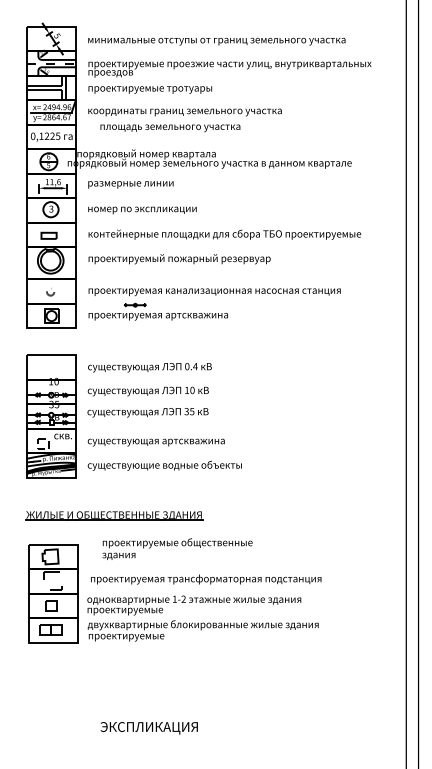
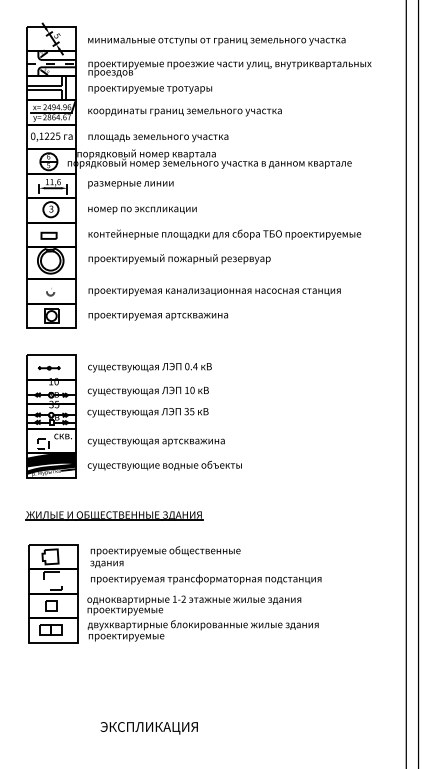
text at (170, 128) position: (170, 128) -> (158, 138)
part at (134, 304) position: (134, 304) -> (48, 367)
fill at (50, 459): none -> present
text at (177, 548) position: (177, 548) -> (165, 556)
